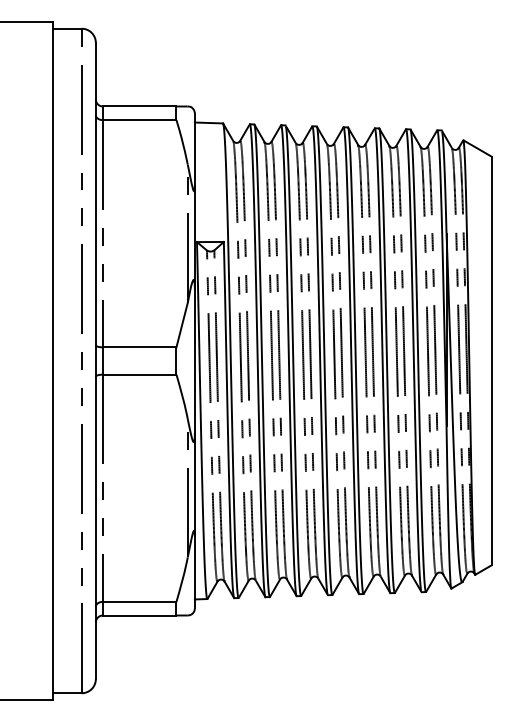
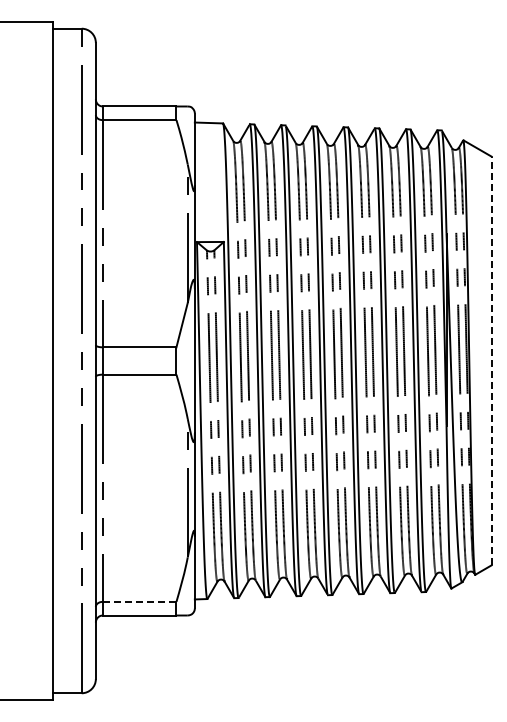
line at (491, 360): solid -> dashed
line at (139, 601): solid -> dashed
